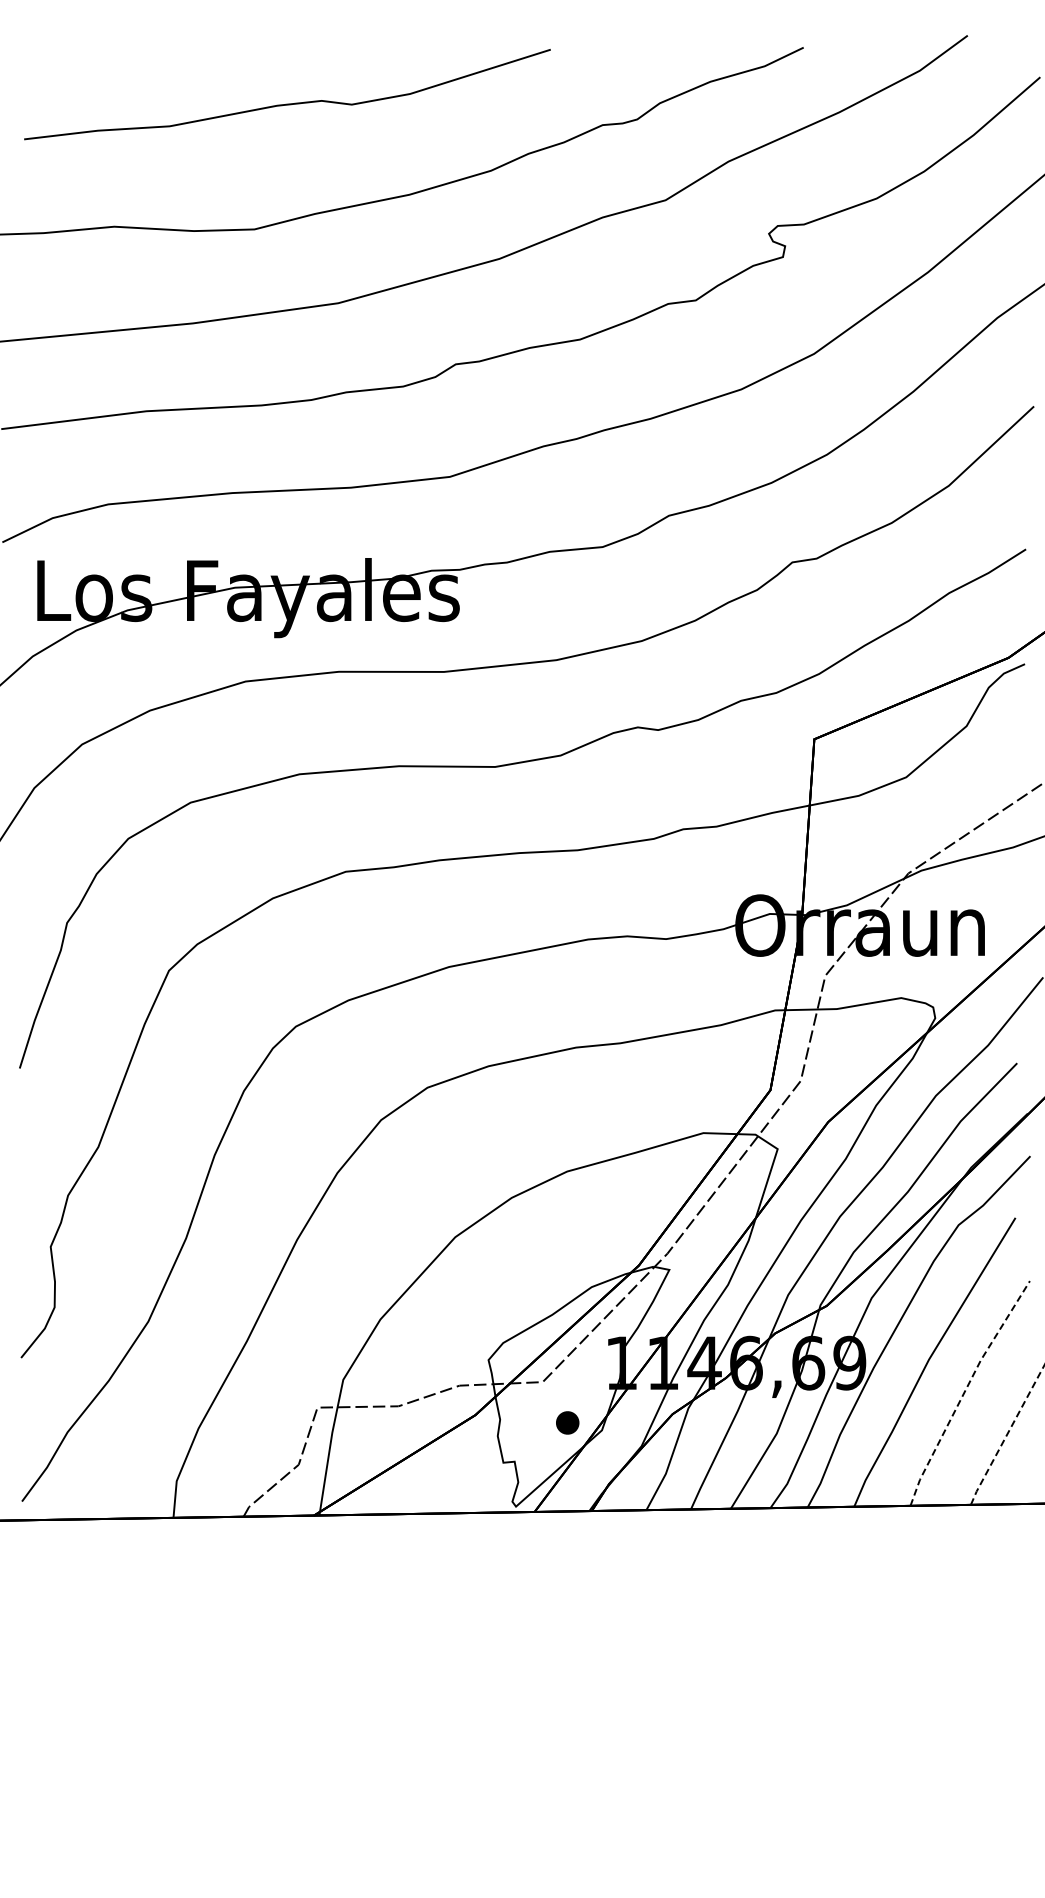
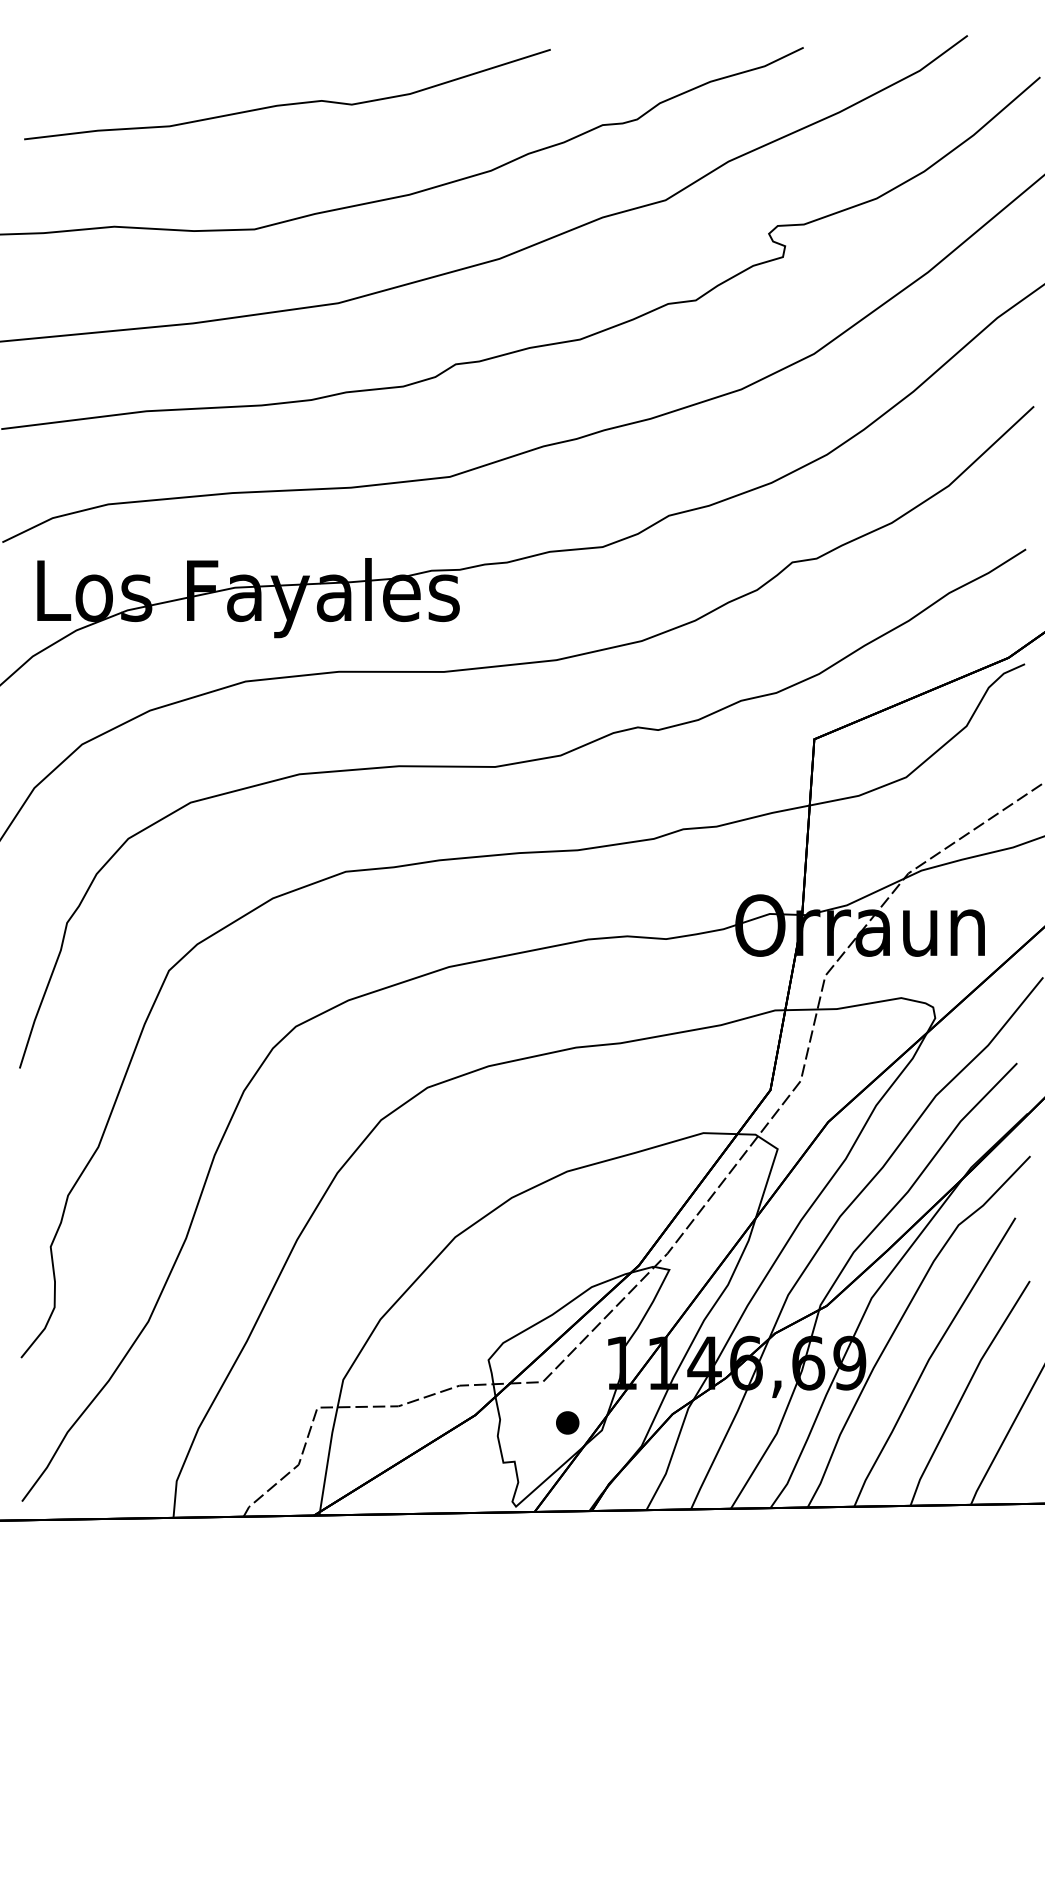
line at (965, 1391): dashed -> solid
line at (1007, 1434): dashed -> solid
